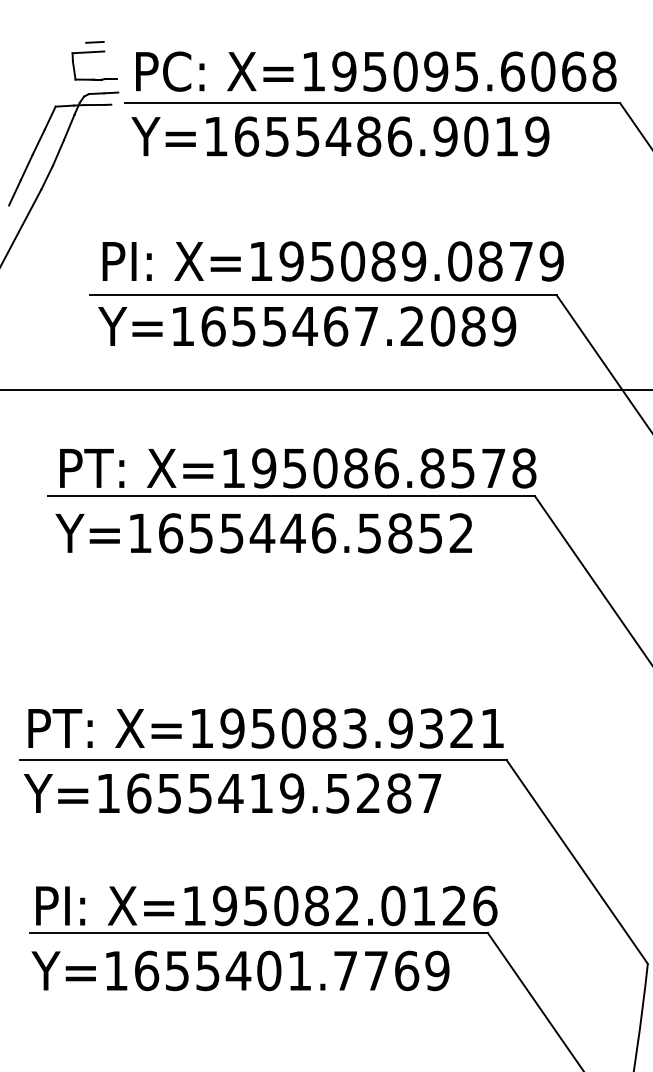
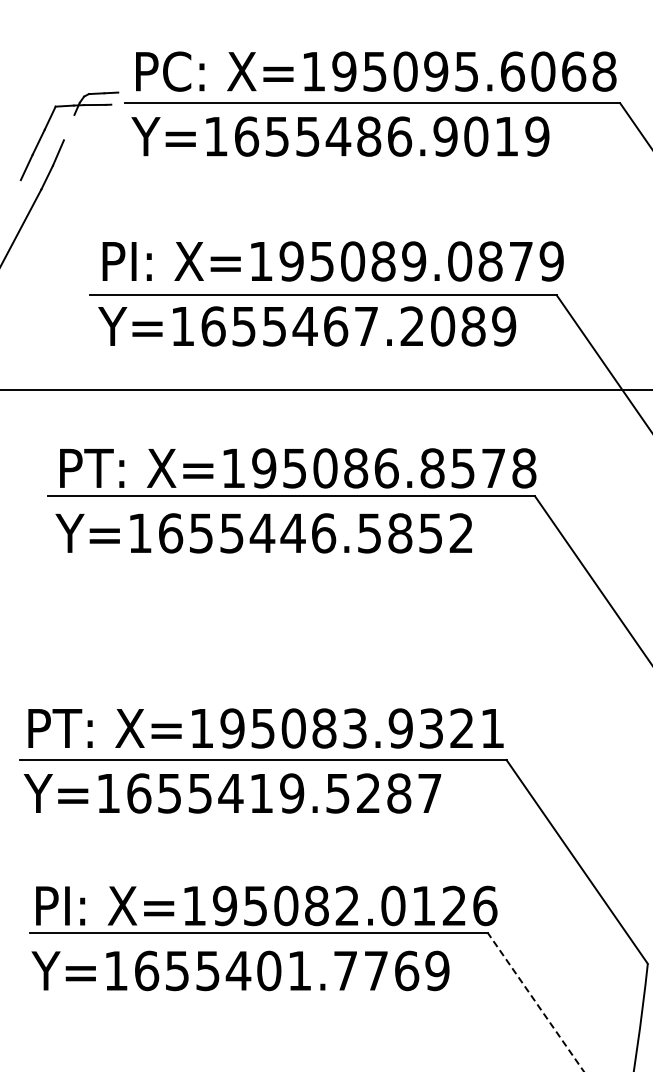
part at (91, 53): present -> none
line at (68, 127): present -> none
line at (14, 192): present -> none
line at (535, 1002): solid -> dashed
